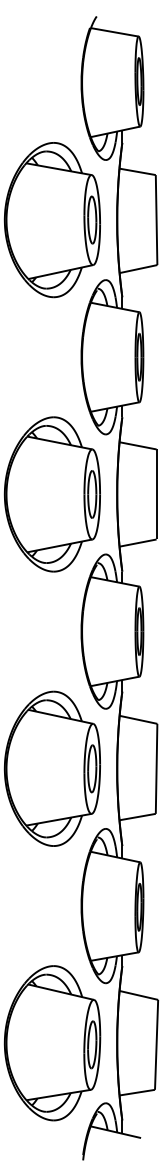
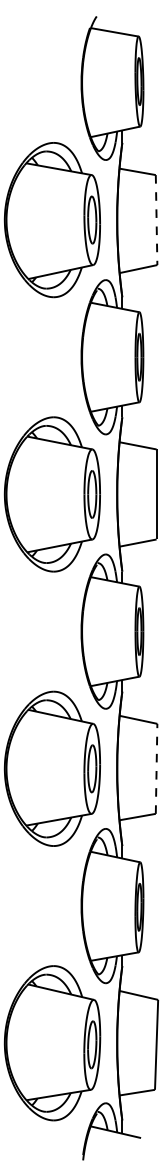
line at (156, 220): solid -> dashed
line at (156, 768): solid -> dashed
